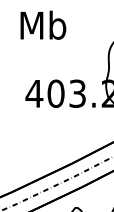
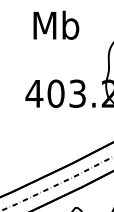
text at (43, 24) position: (43, 24) -> (56, 24)
